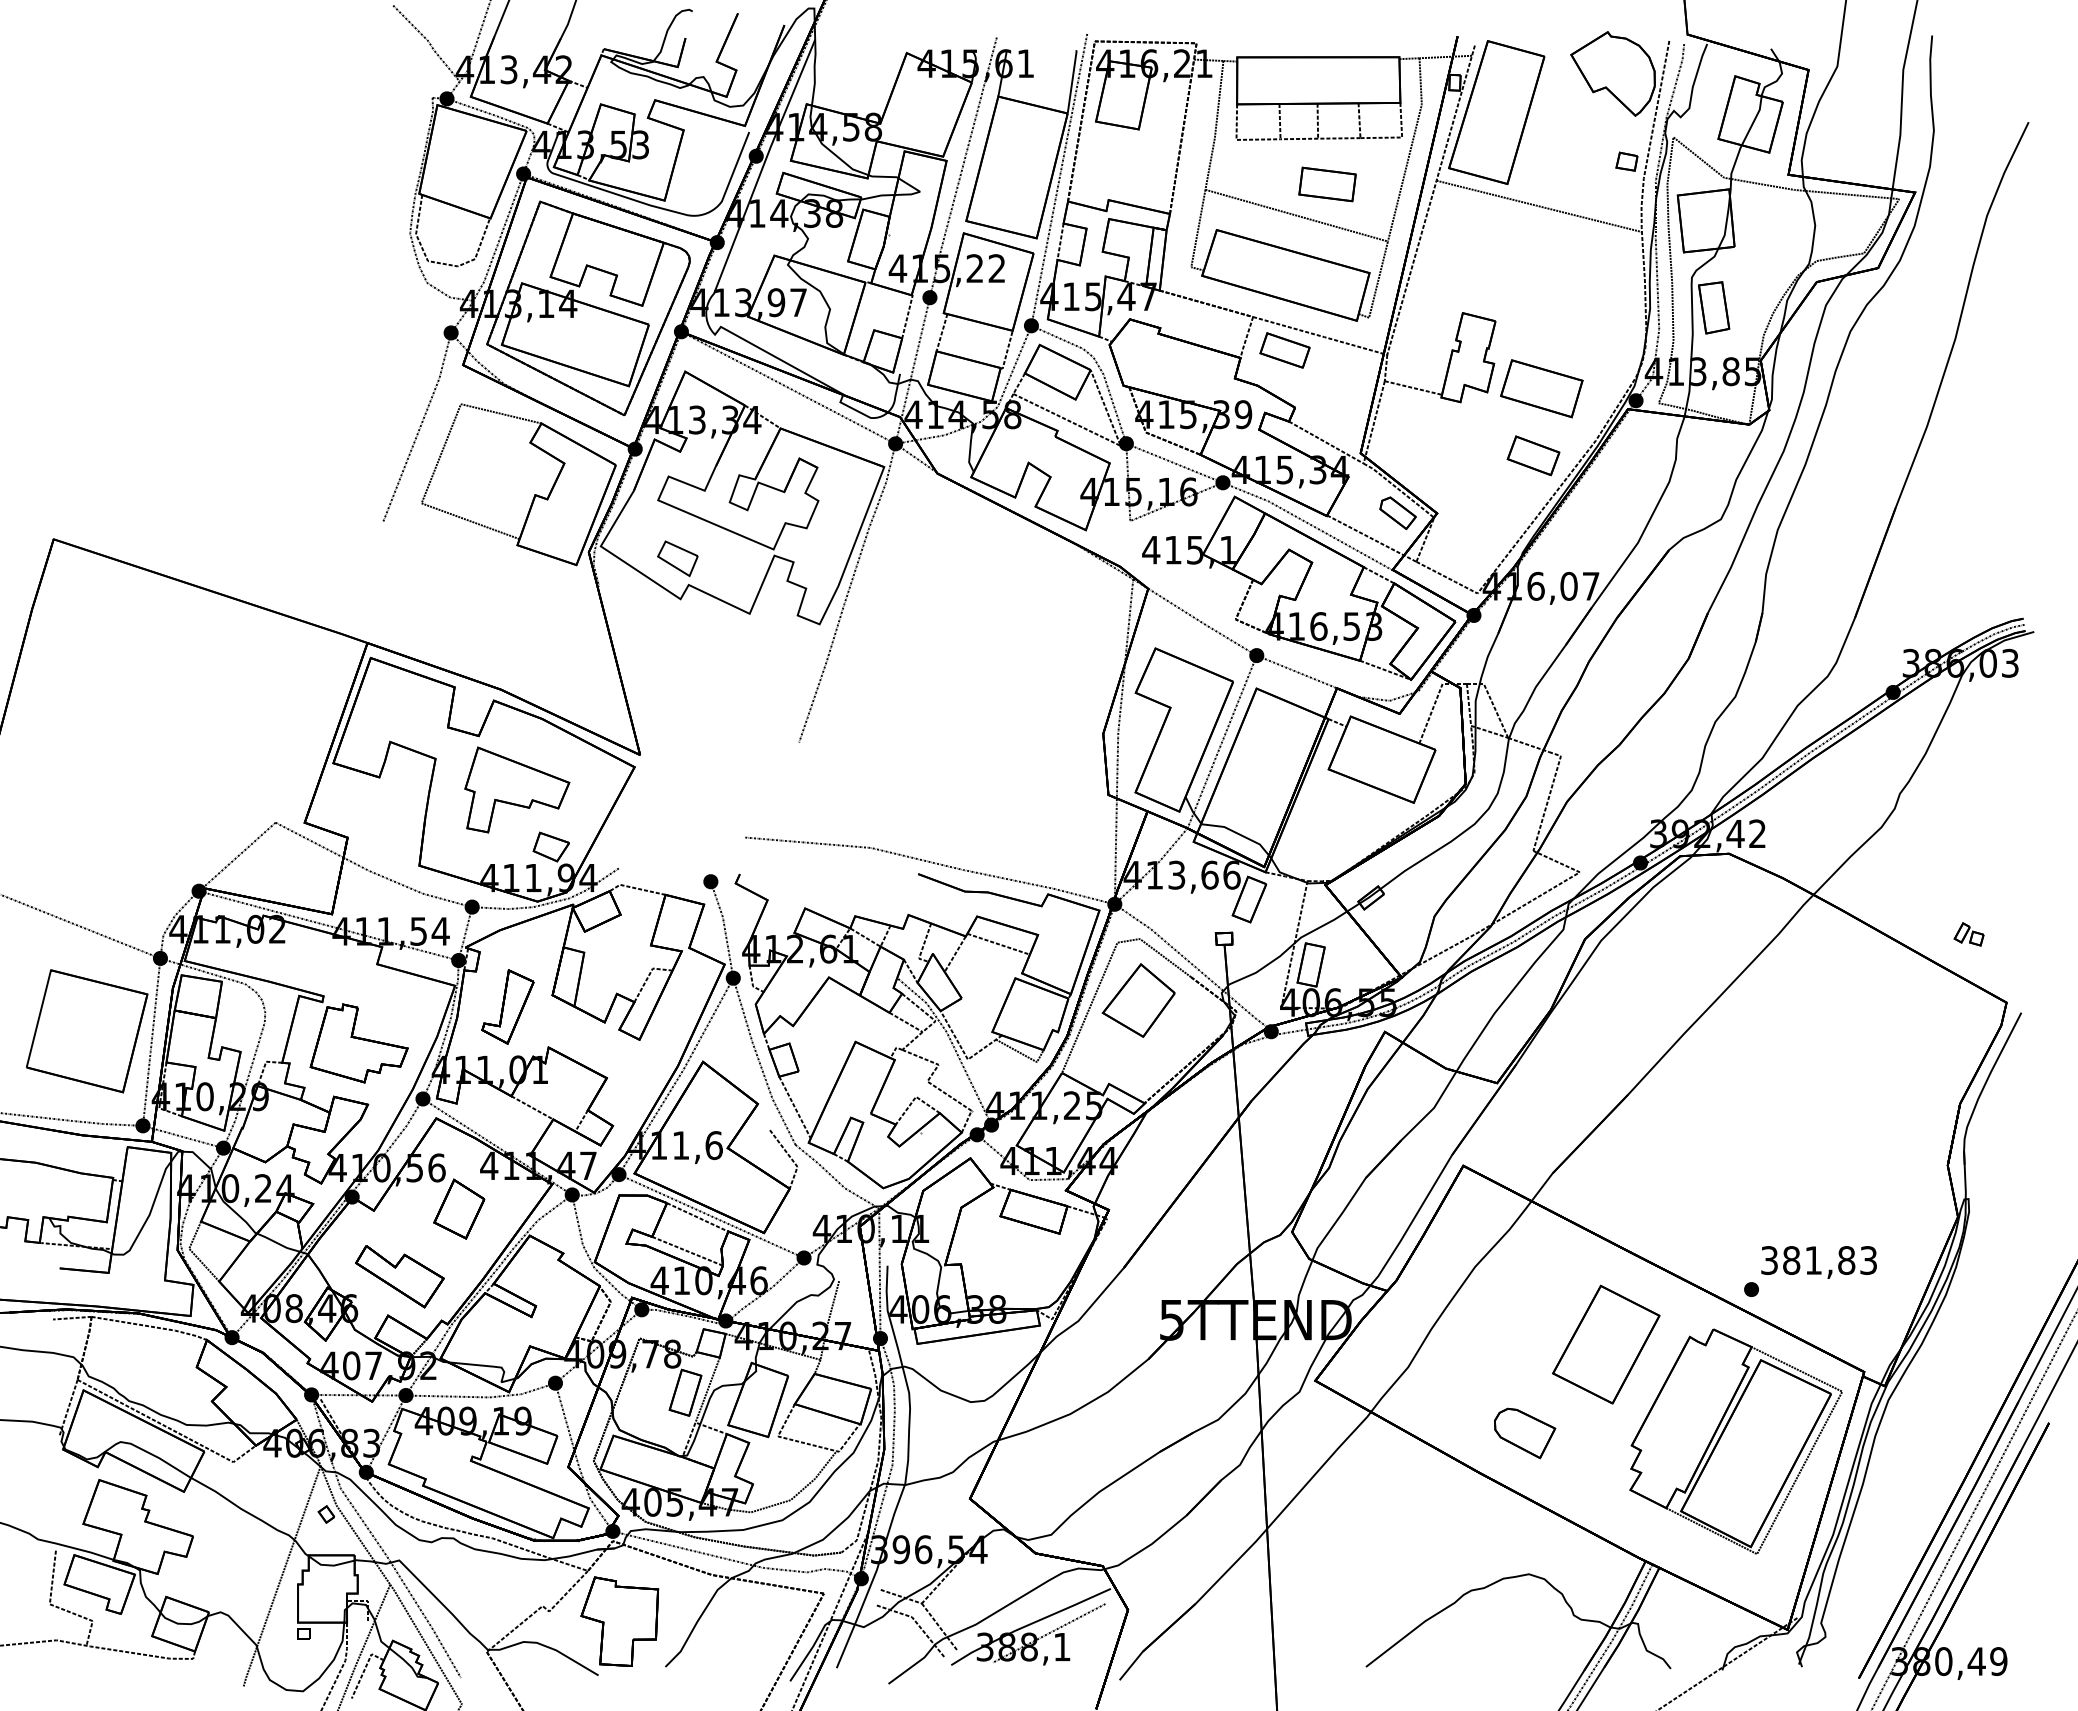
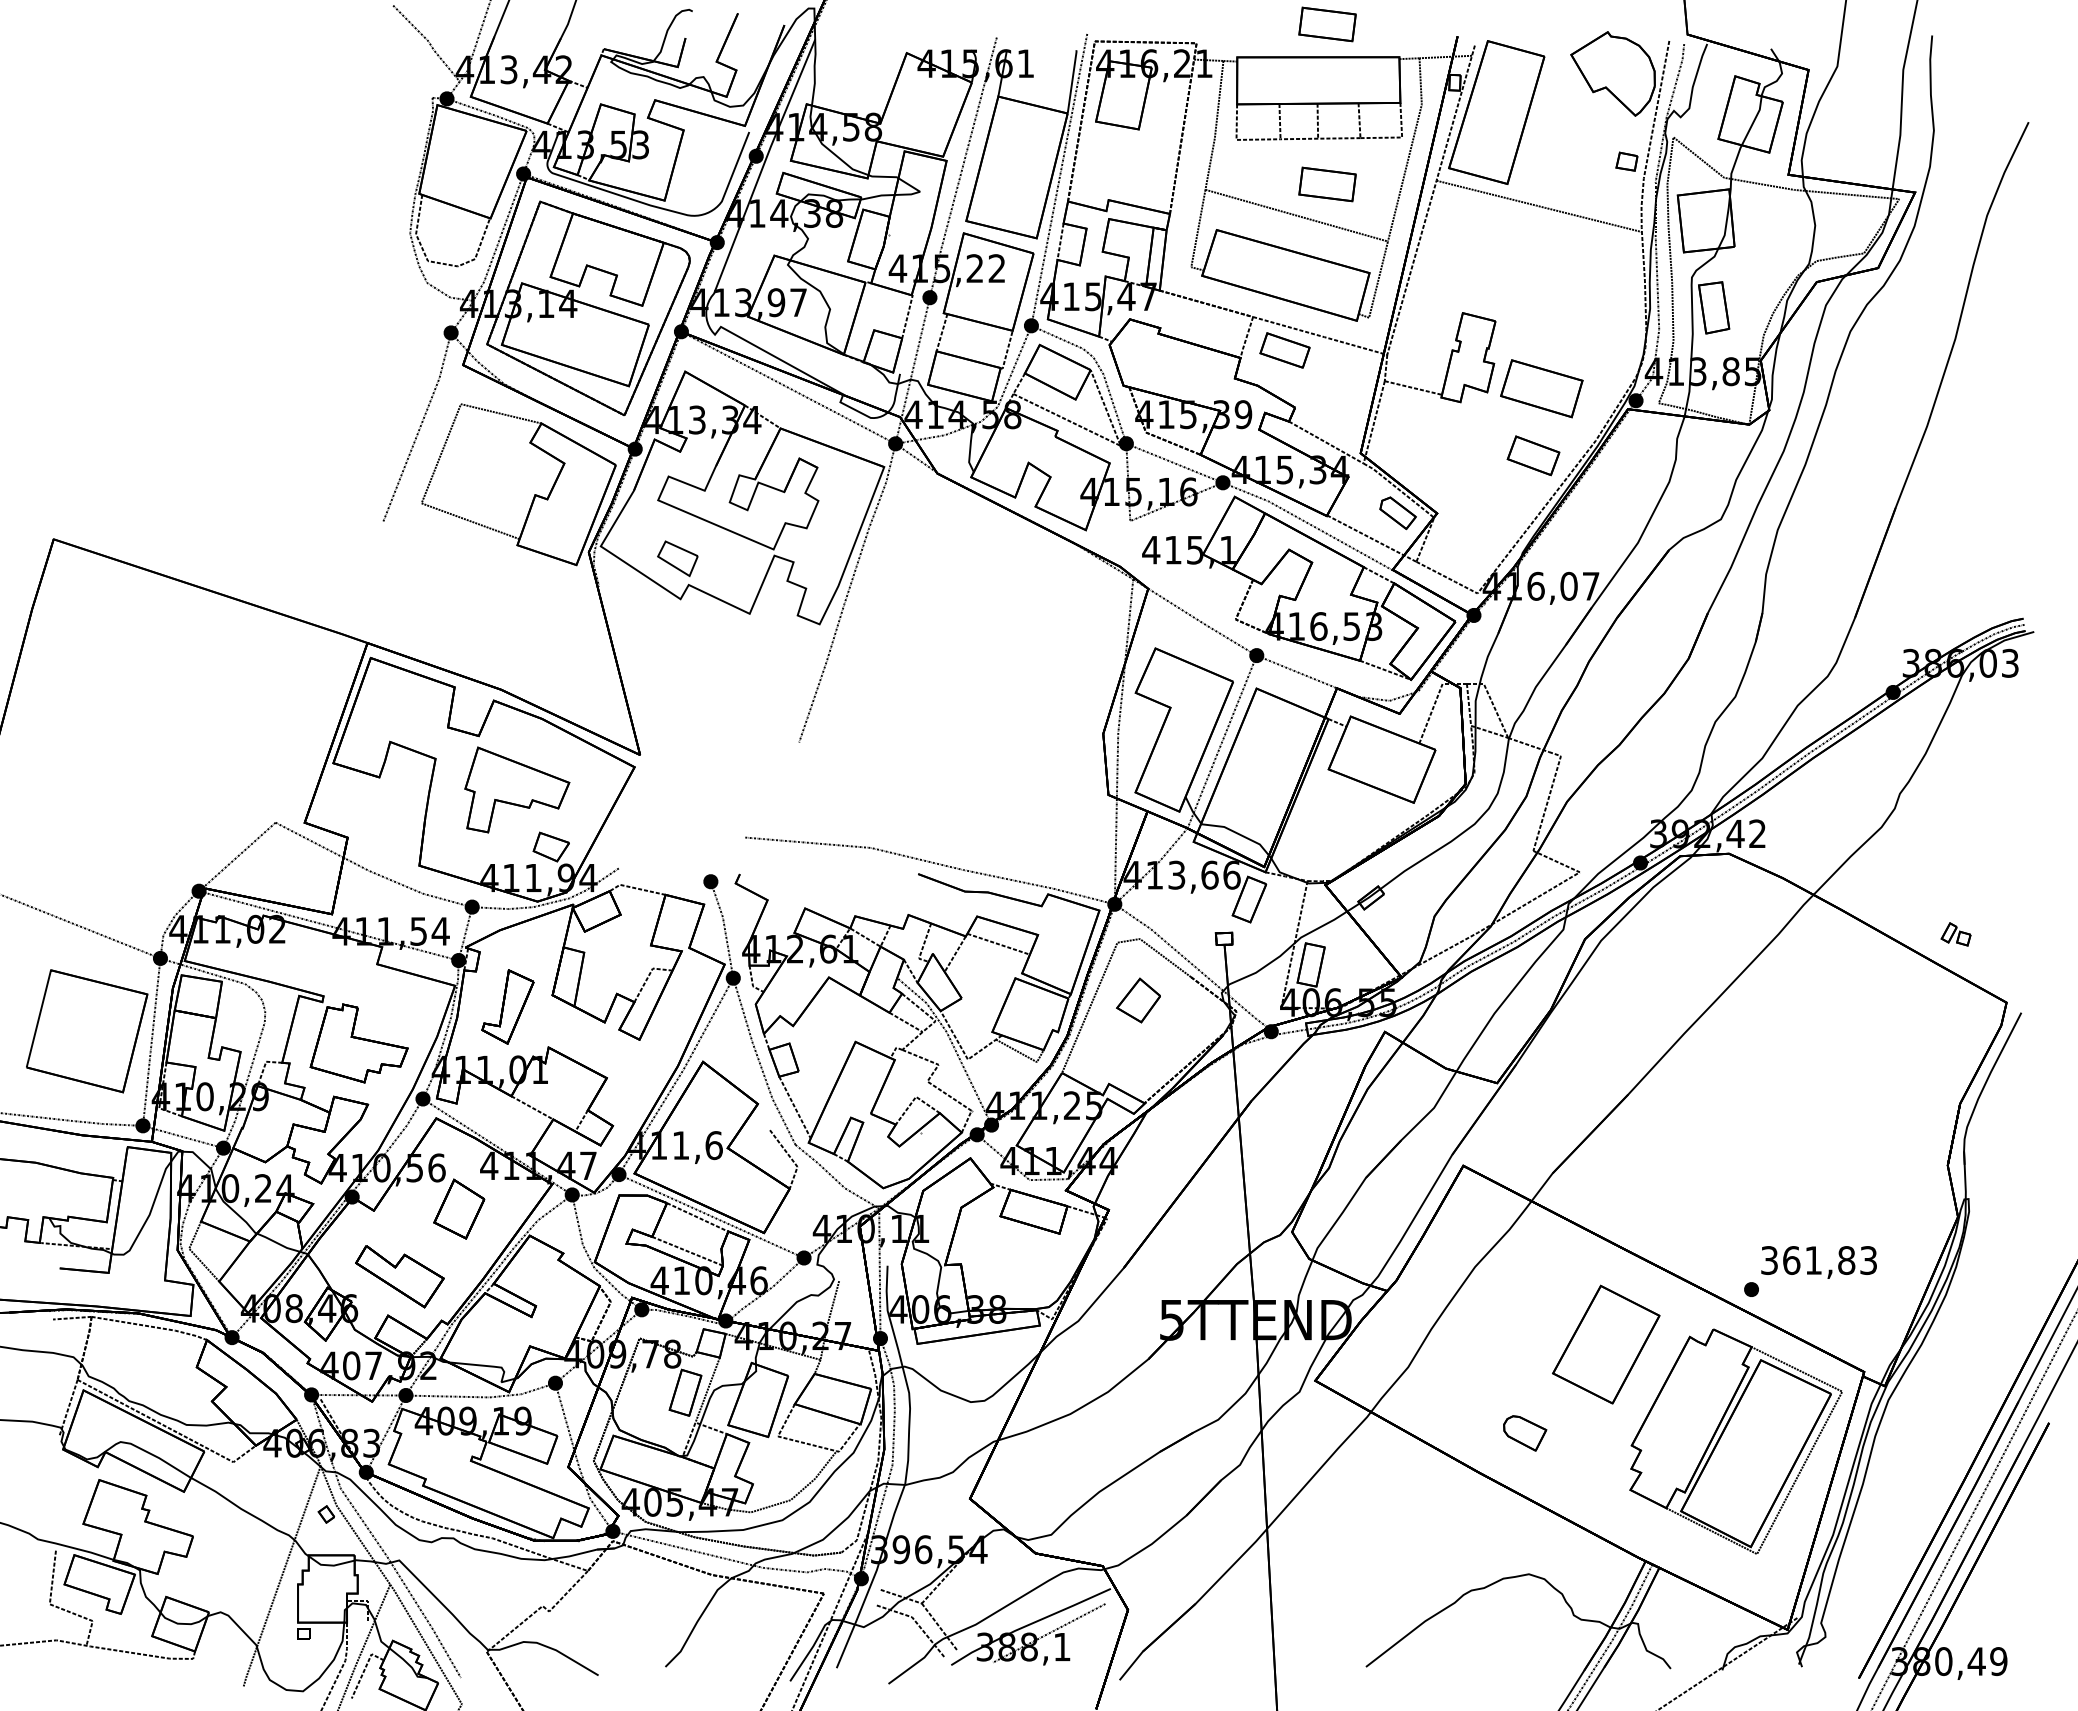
part at (1327, 24): none -> present
part at (1968, 934) position: (1968, 934) -> (1955, 934)
part at (1138, 1000) size: 75x75 px -> 45x47 px
text at (1791, 1260): 381,83 -> 361,83
part at (1525, 1433) size: 63x53 px -> 45x37 px
part at (619, 1621): present -> none
